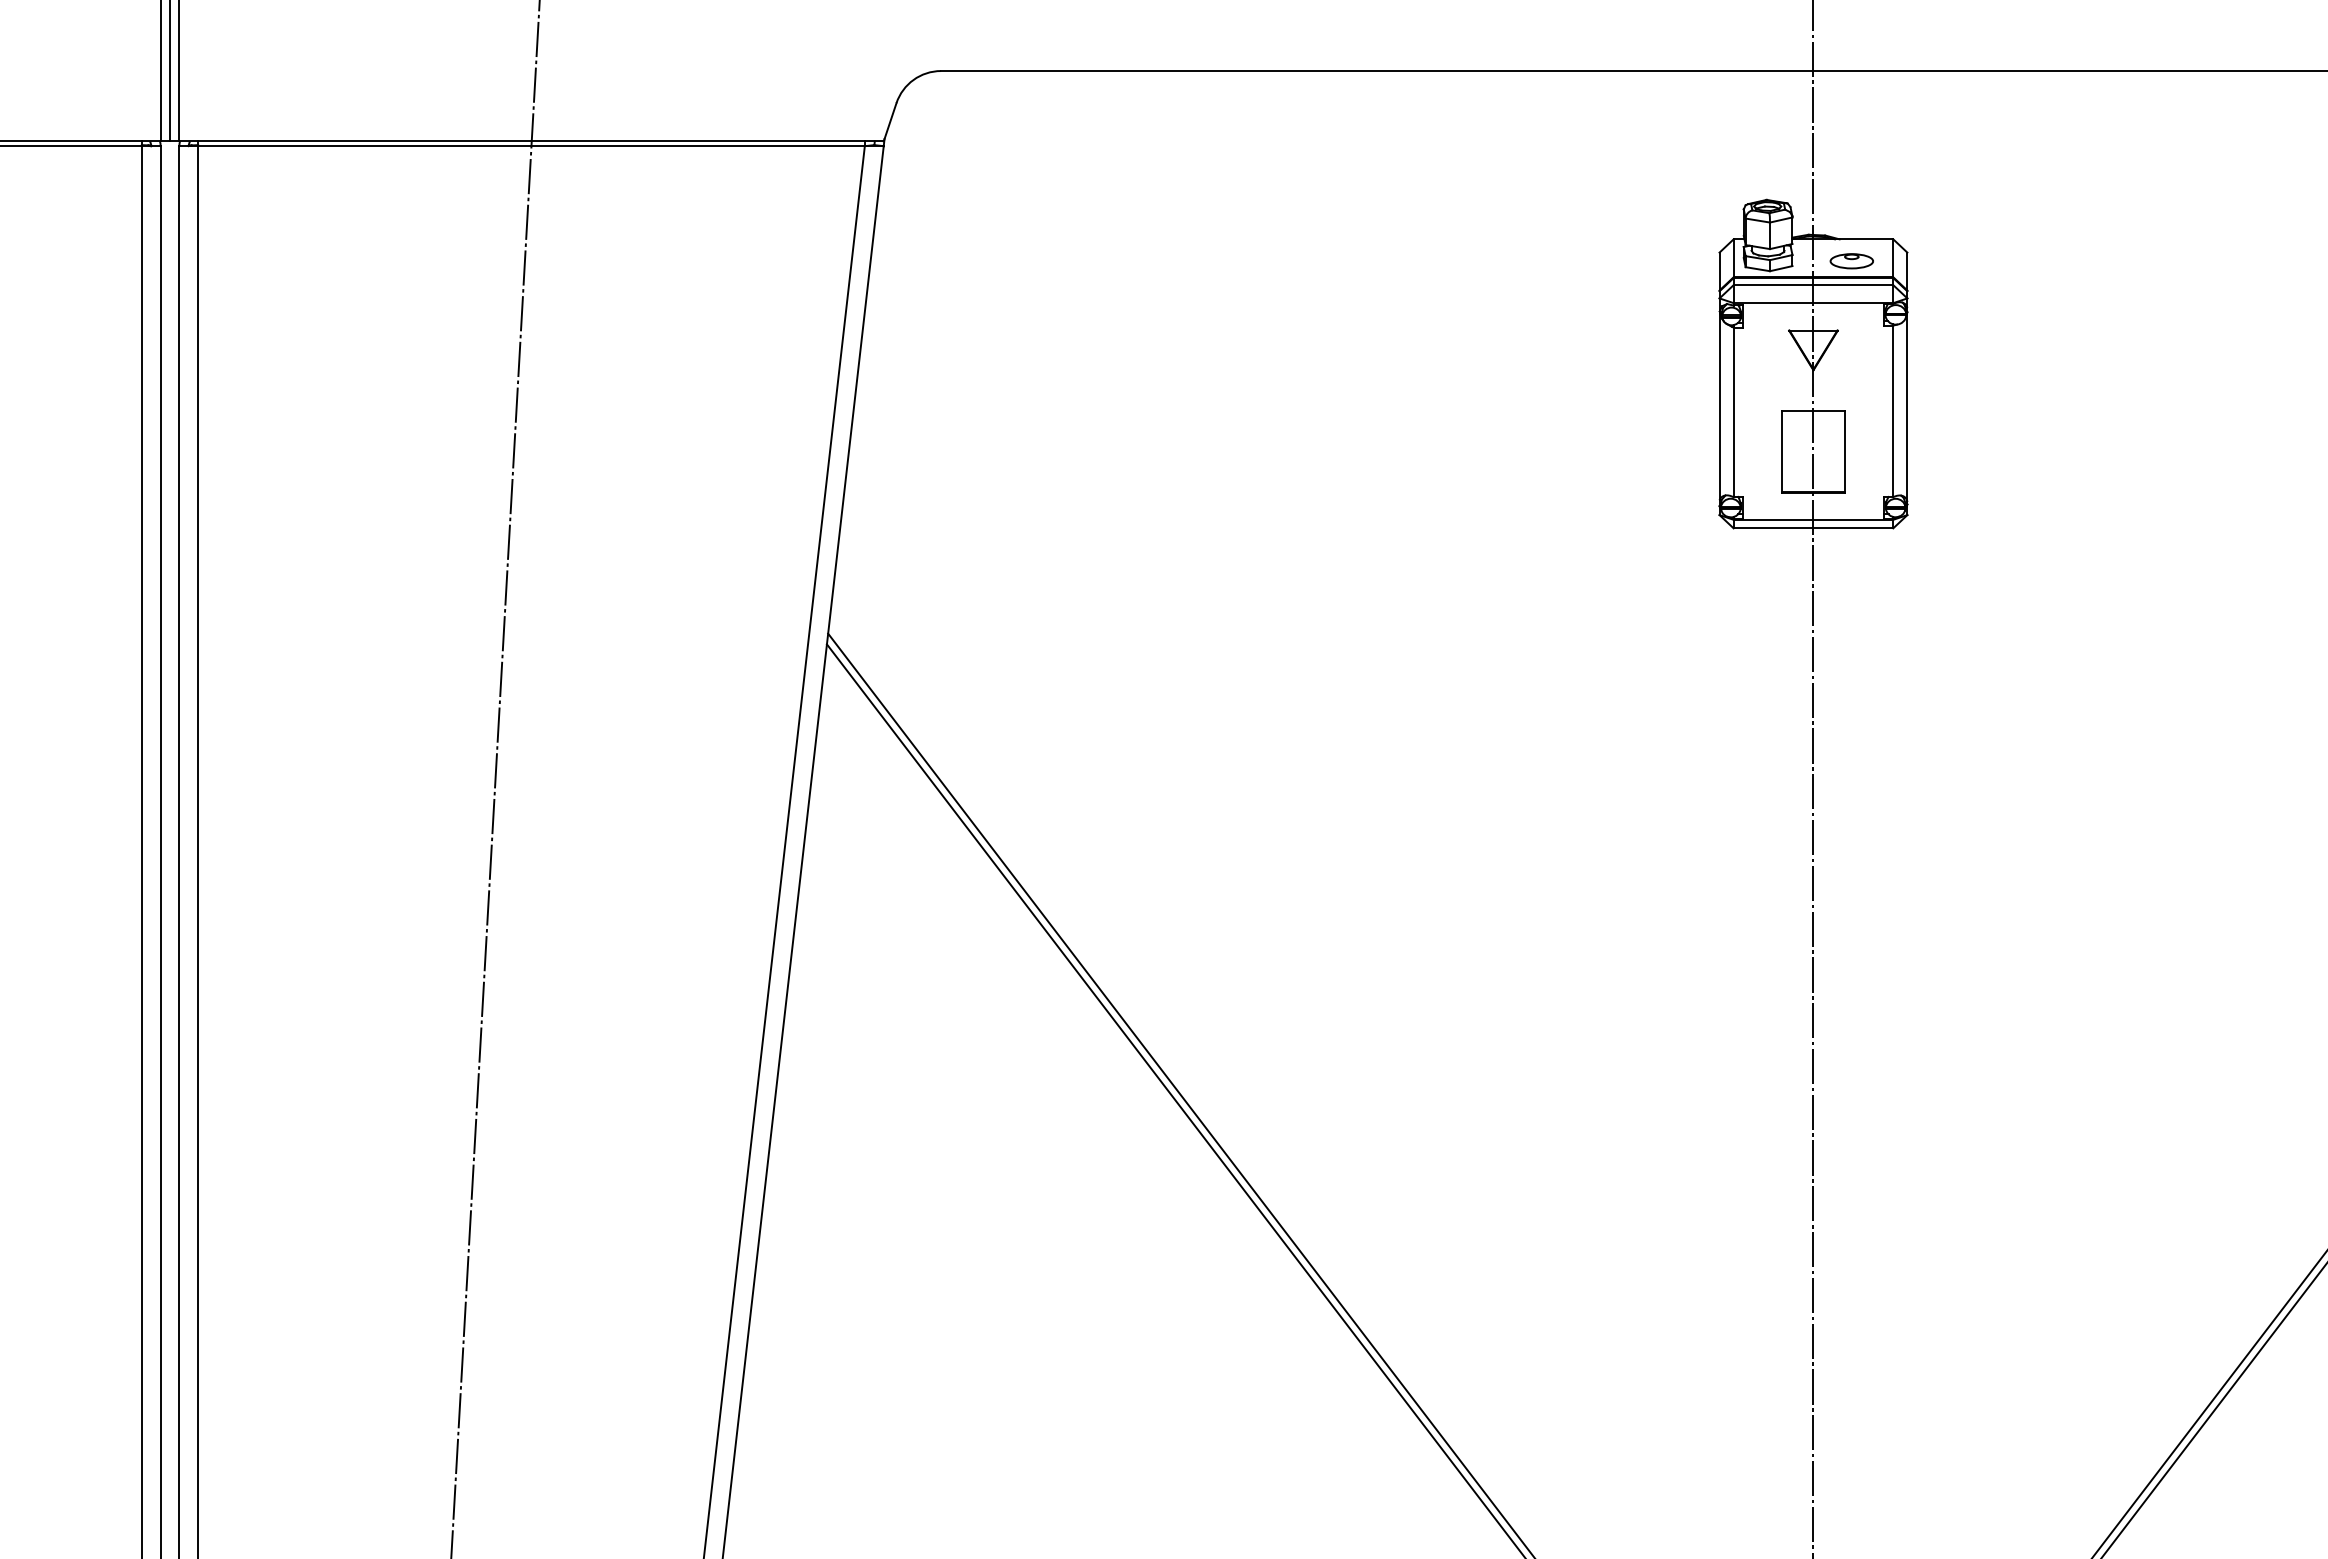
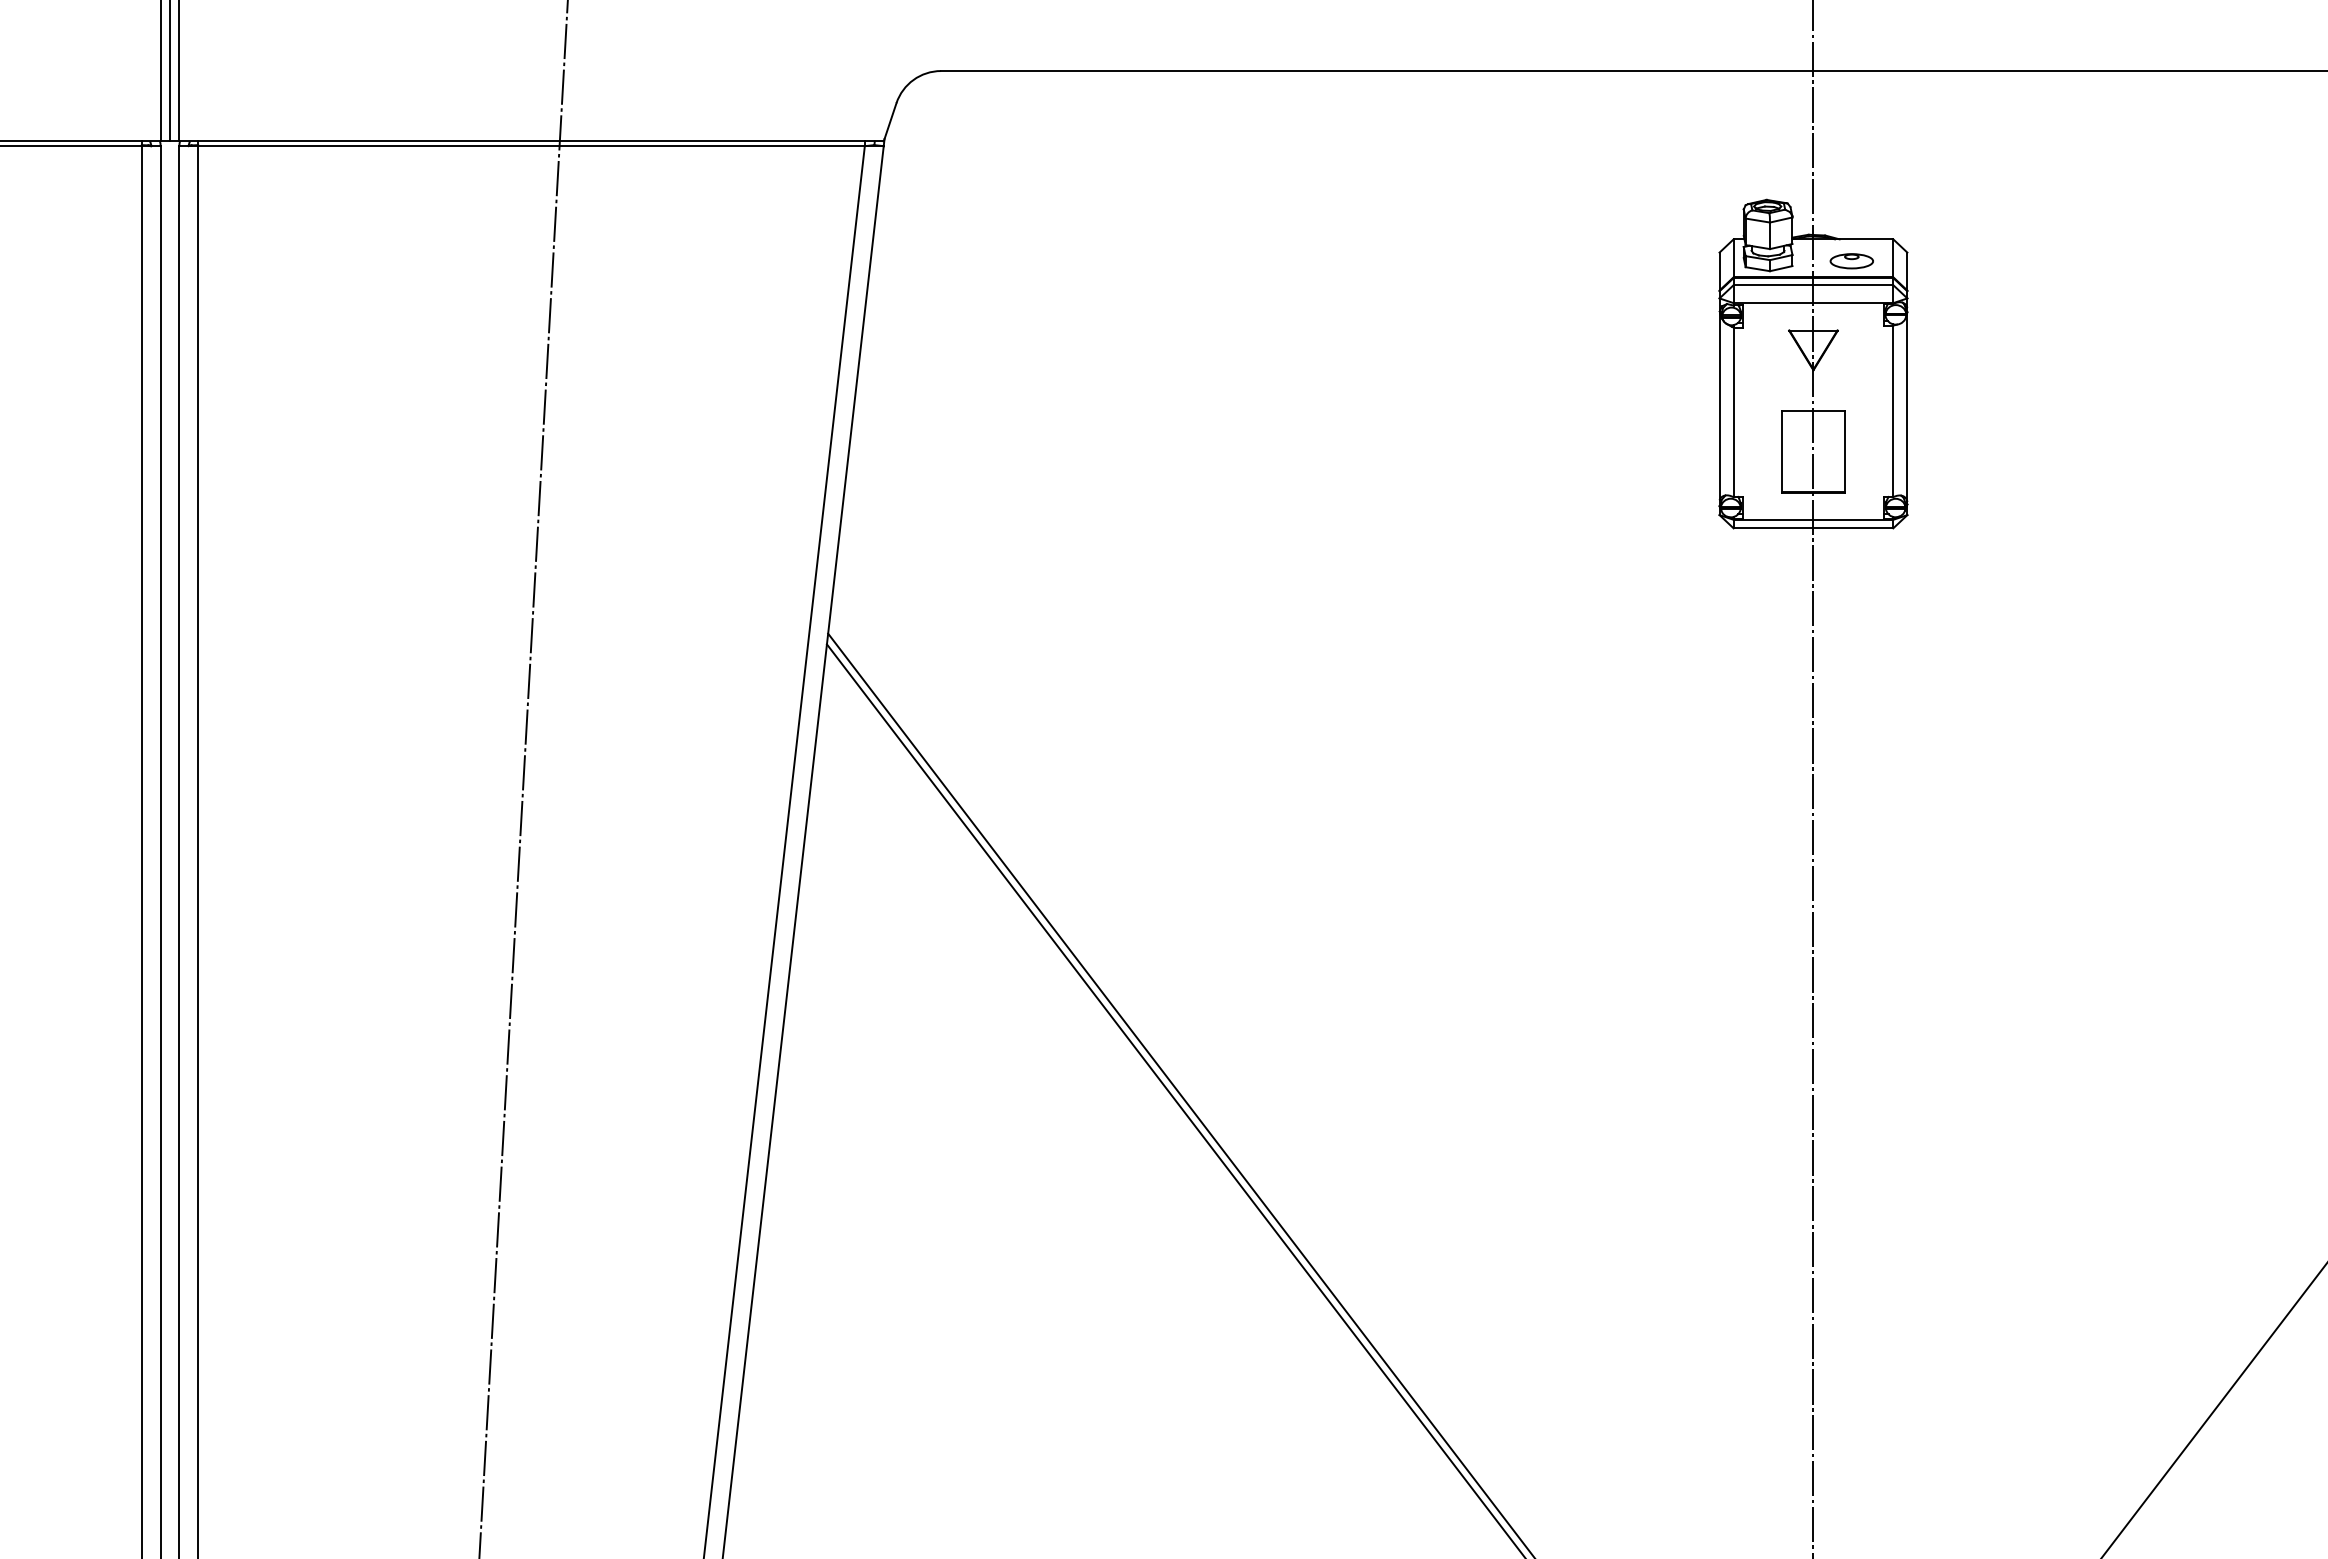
line at (495, 778) position: (495, 778) -> (523, 778)
line at (2209, 1404): present -> none
